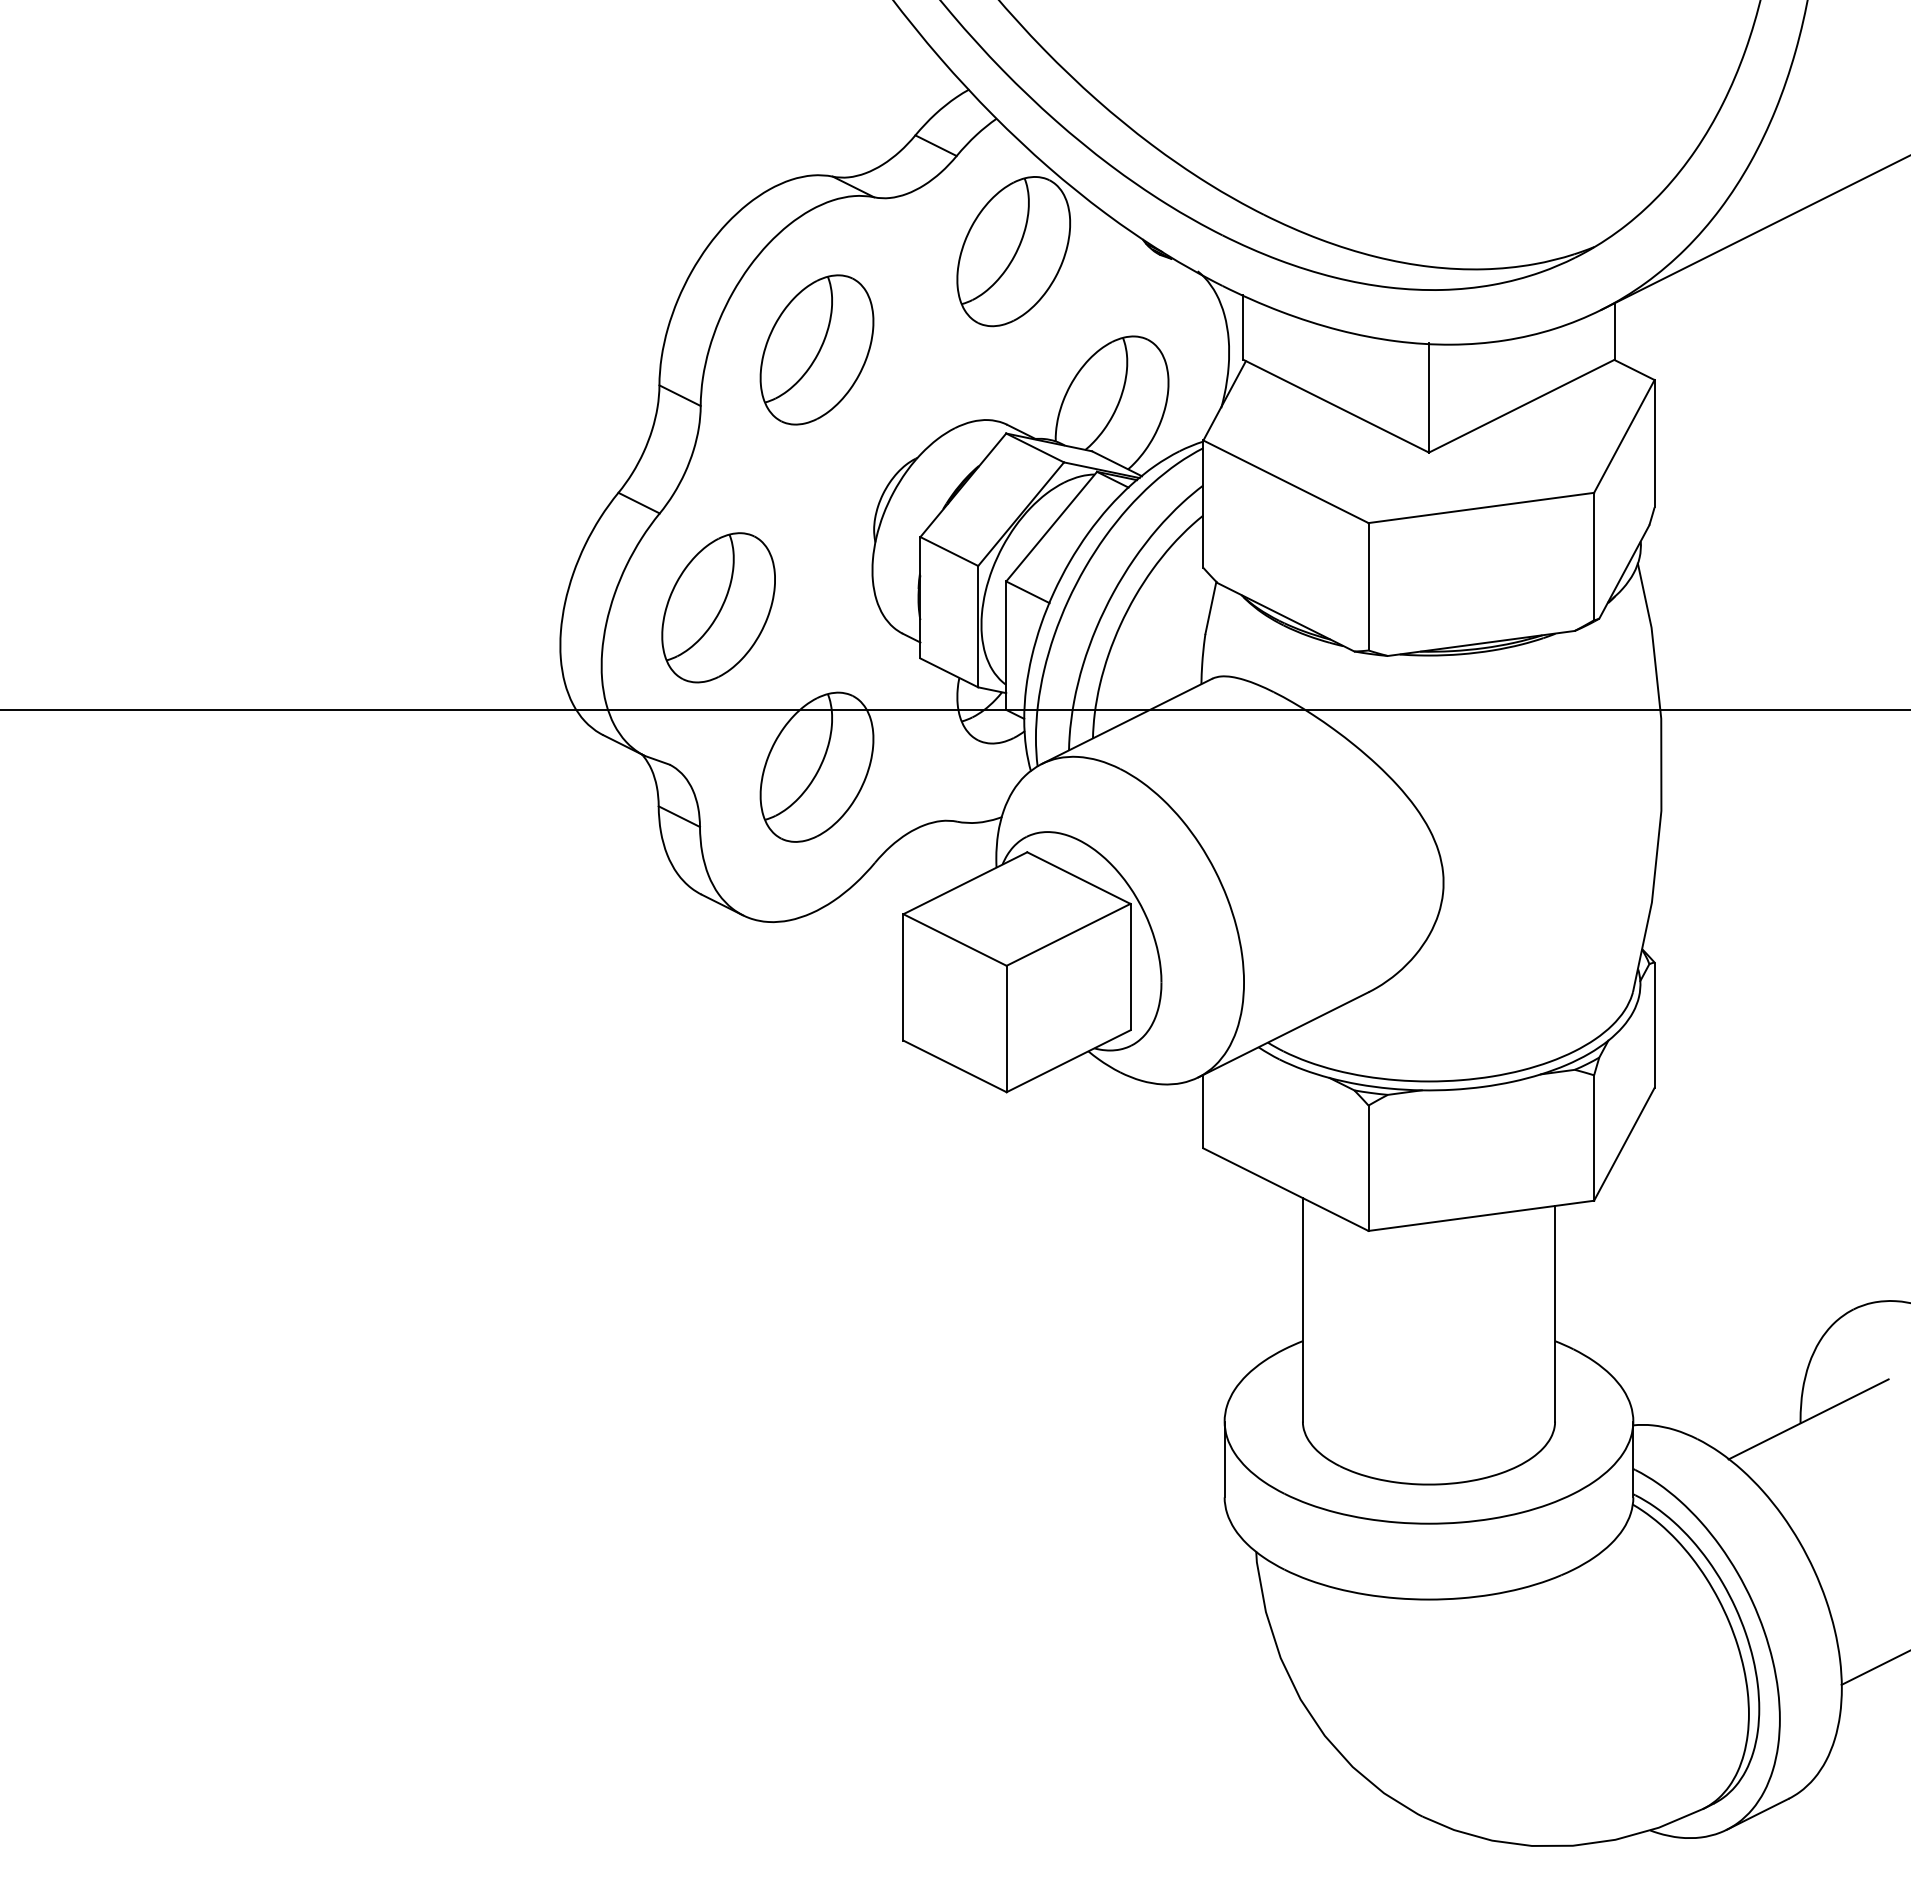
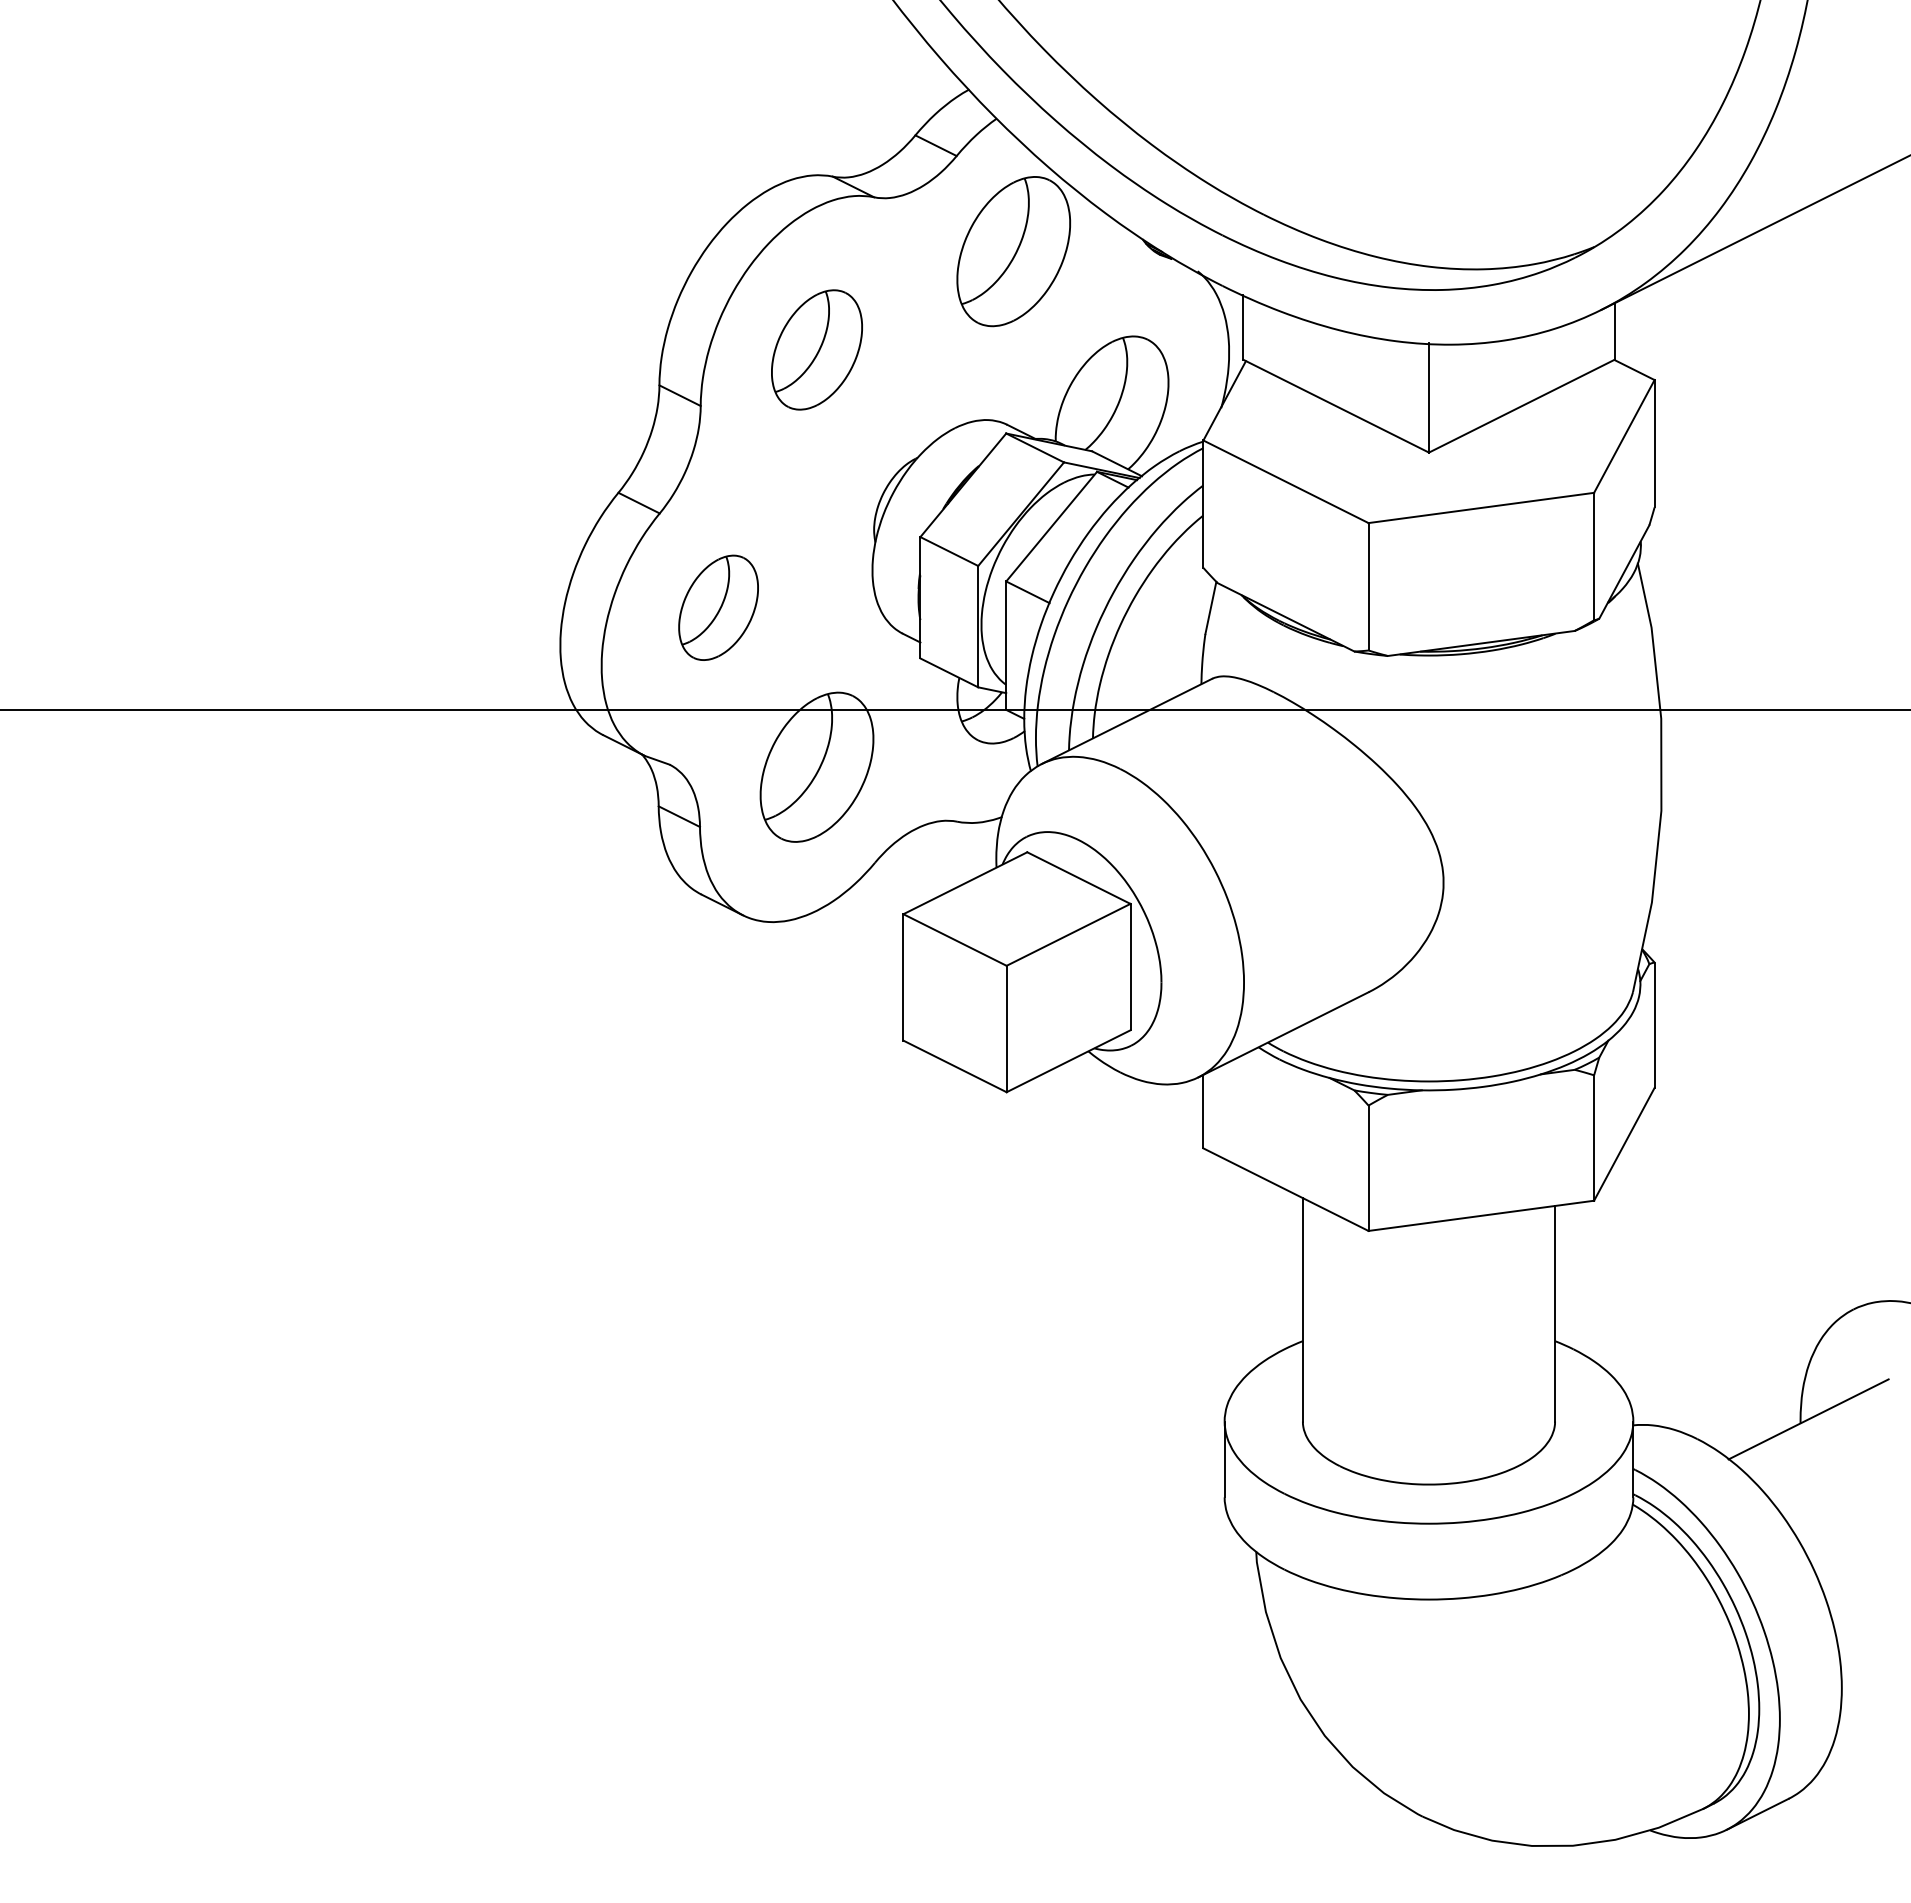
part at (816, 349) size: 116x152 px -> 92x122 px
part at (718, 607) size: 115x152 px -> 81x107 px
line at (1874, 1668): present -> none
